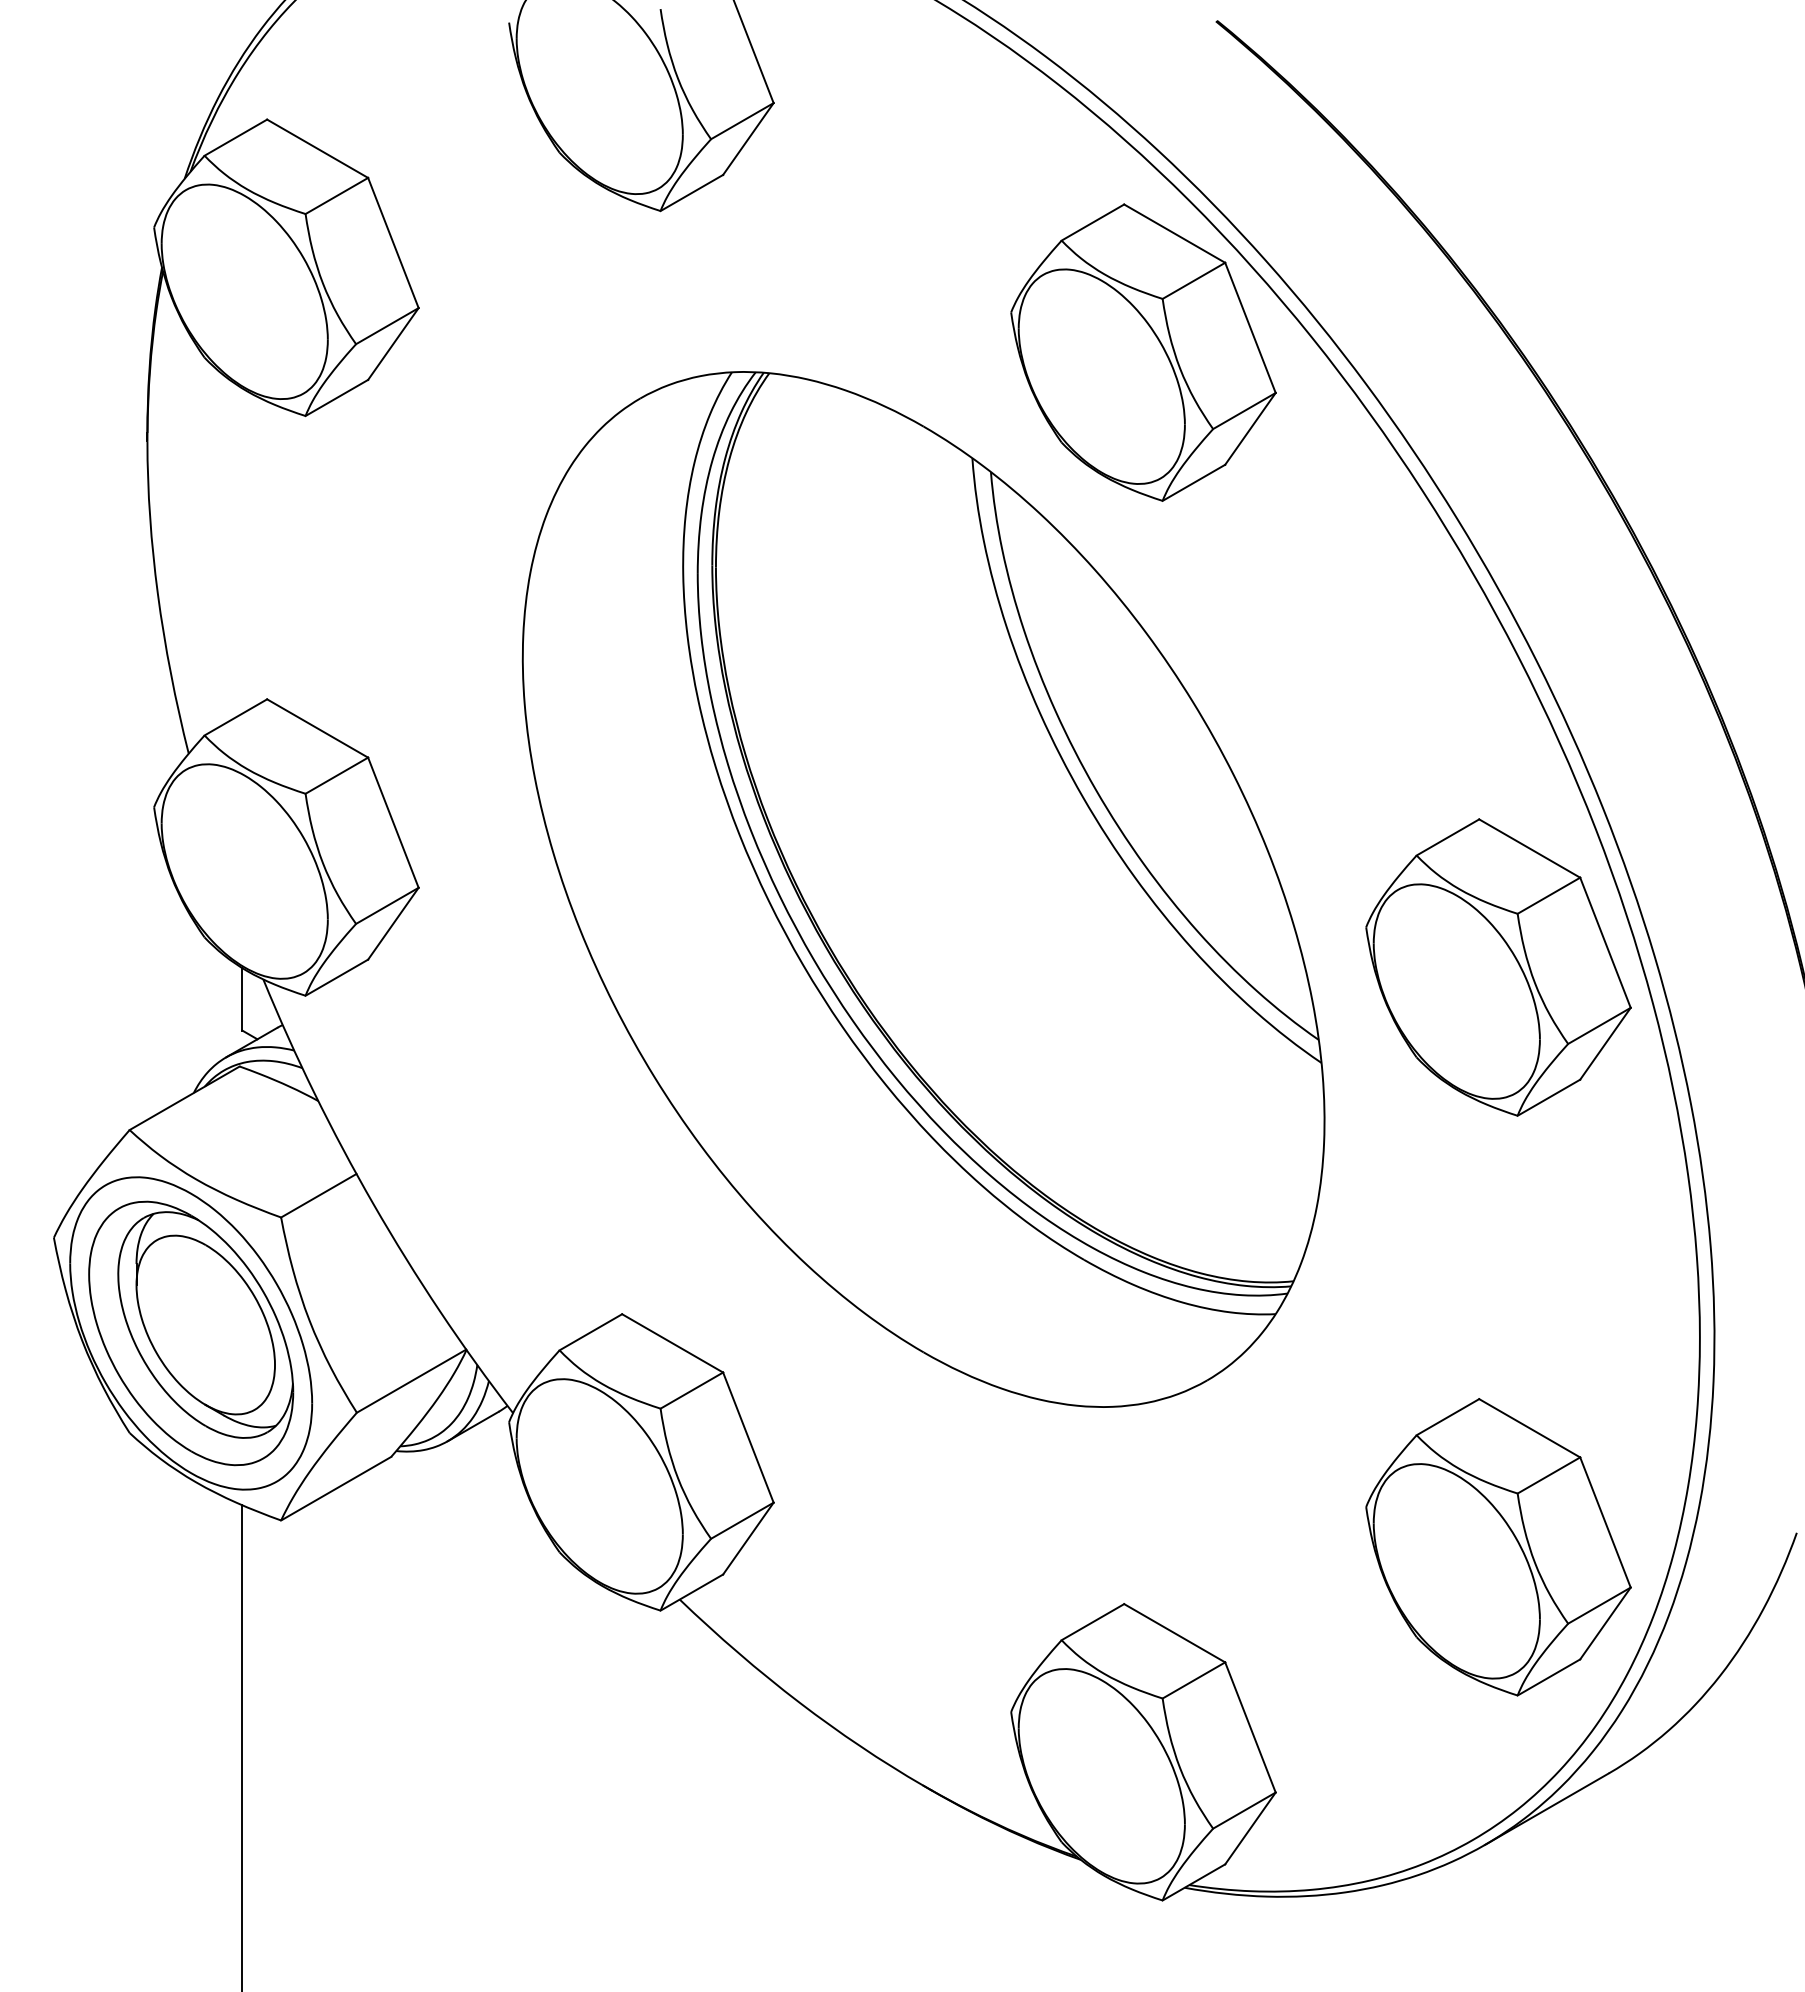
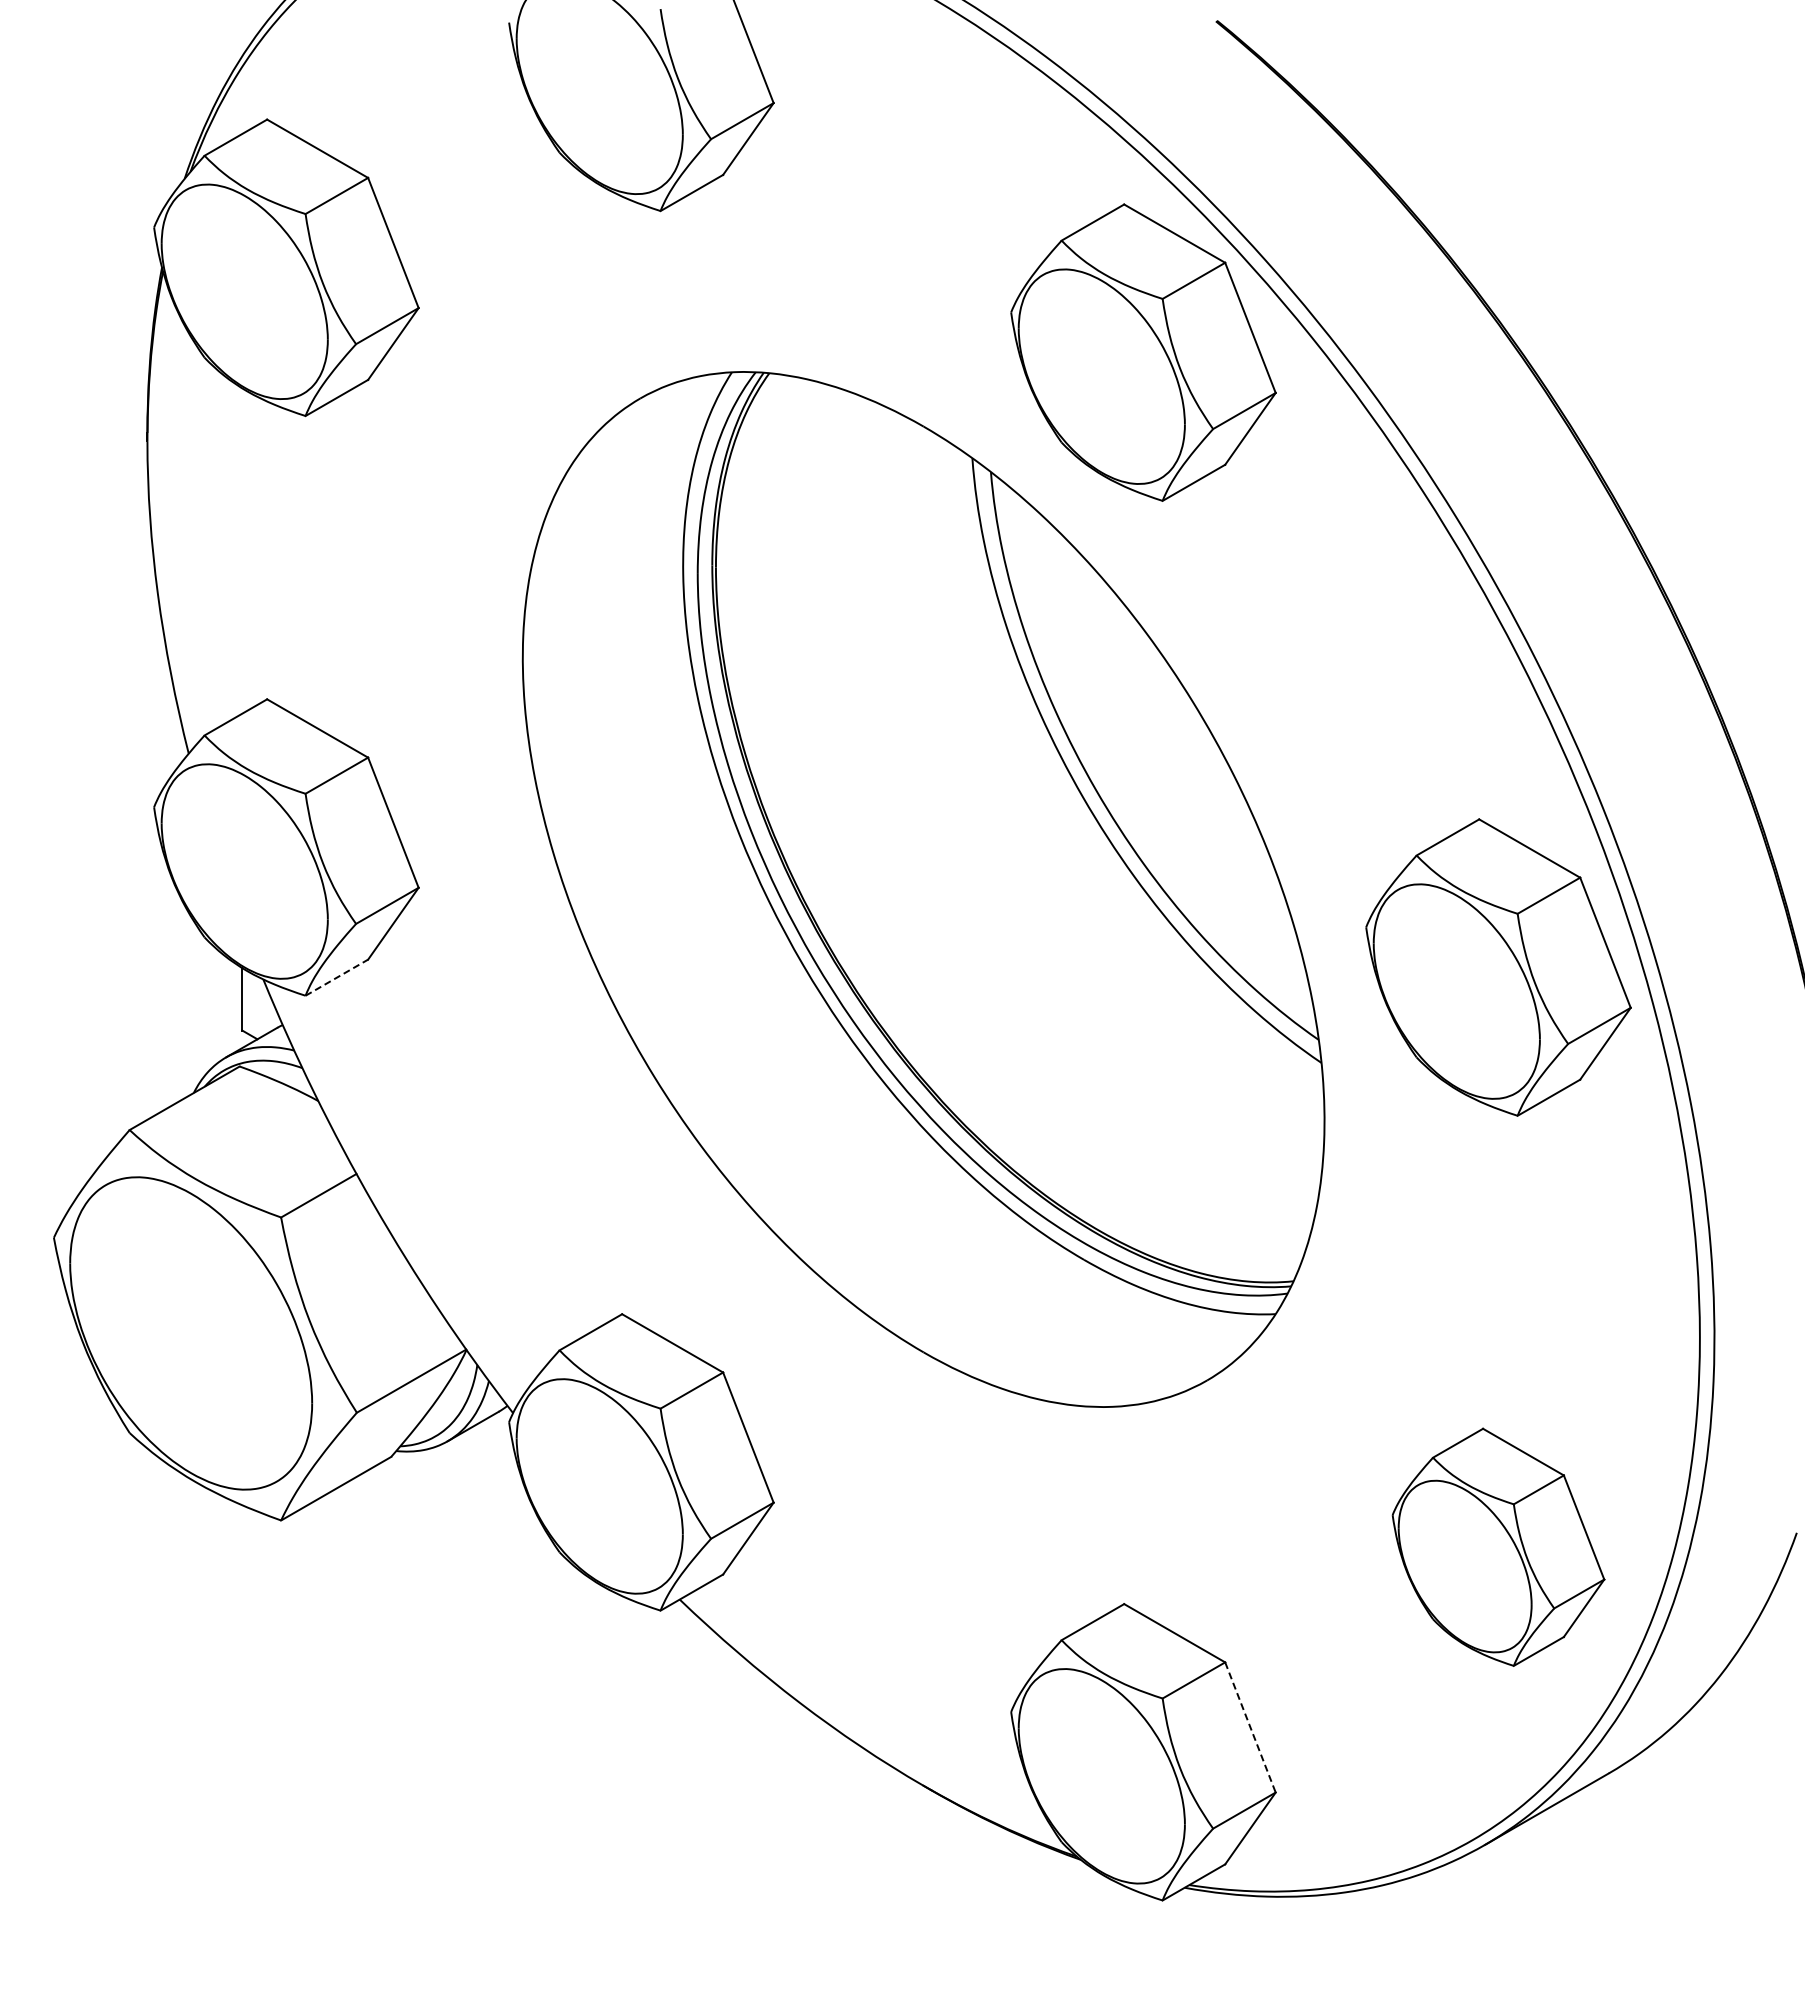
line at (337, 977): solid -> dashed
part at (191, 1333): present -> none
part at (1498, 1547) size: 267x299 px -> 215x240 px
line at (1250, 1727): solid -> dashed
line at (242, 1746): present -> none
